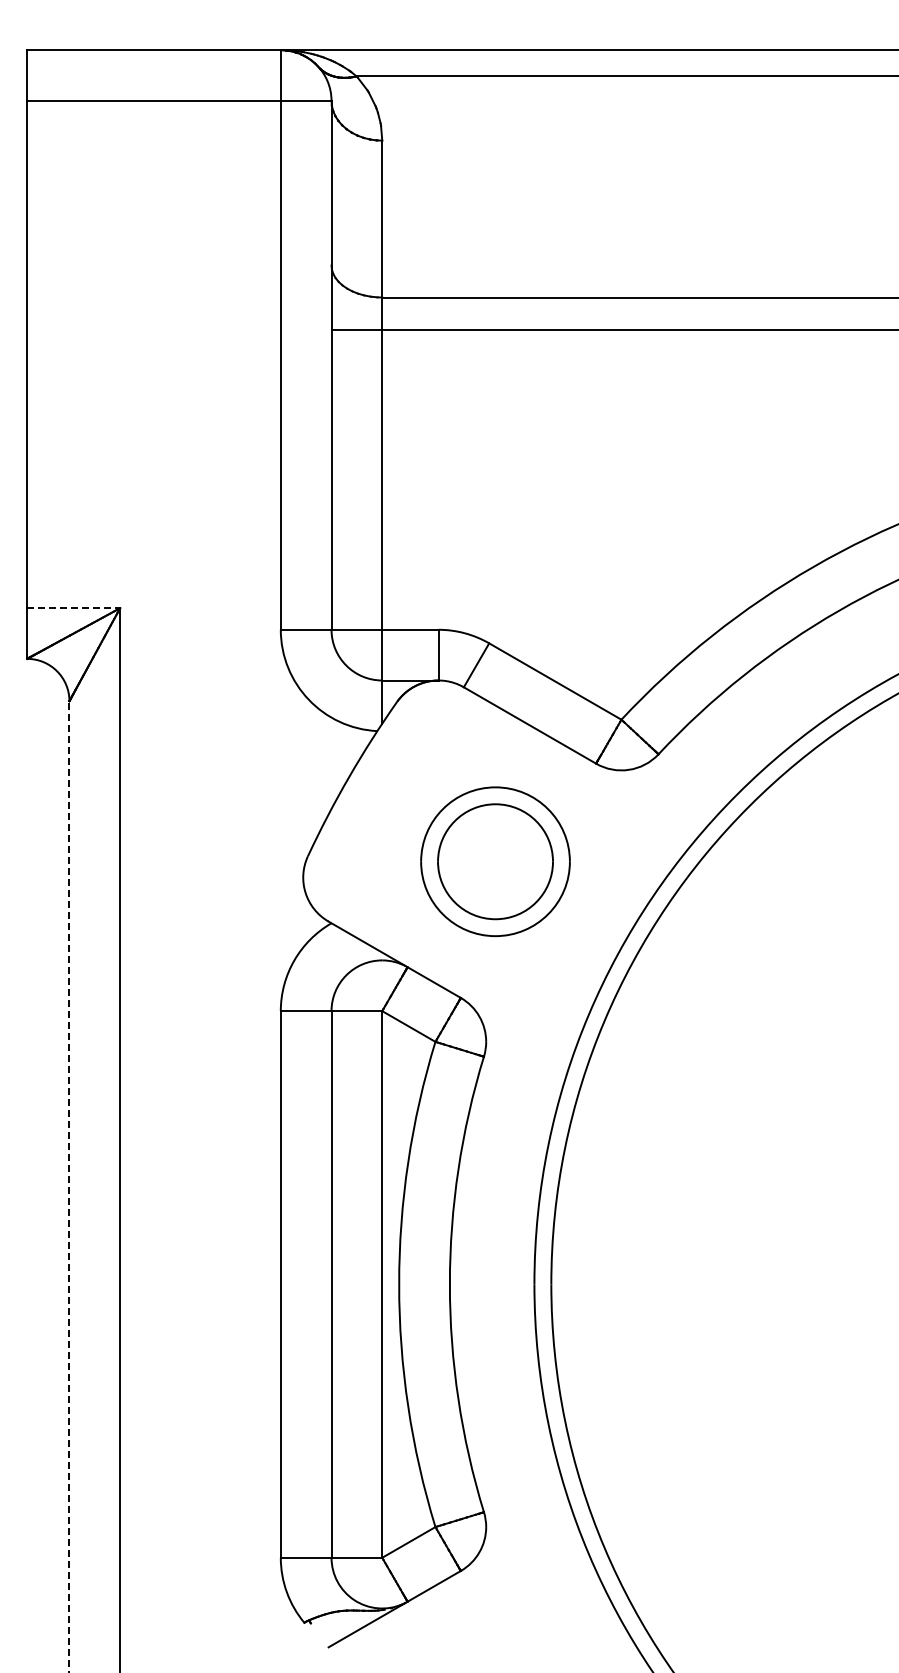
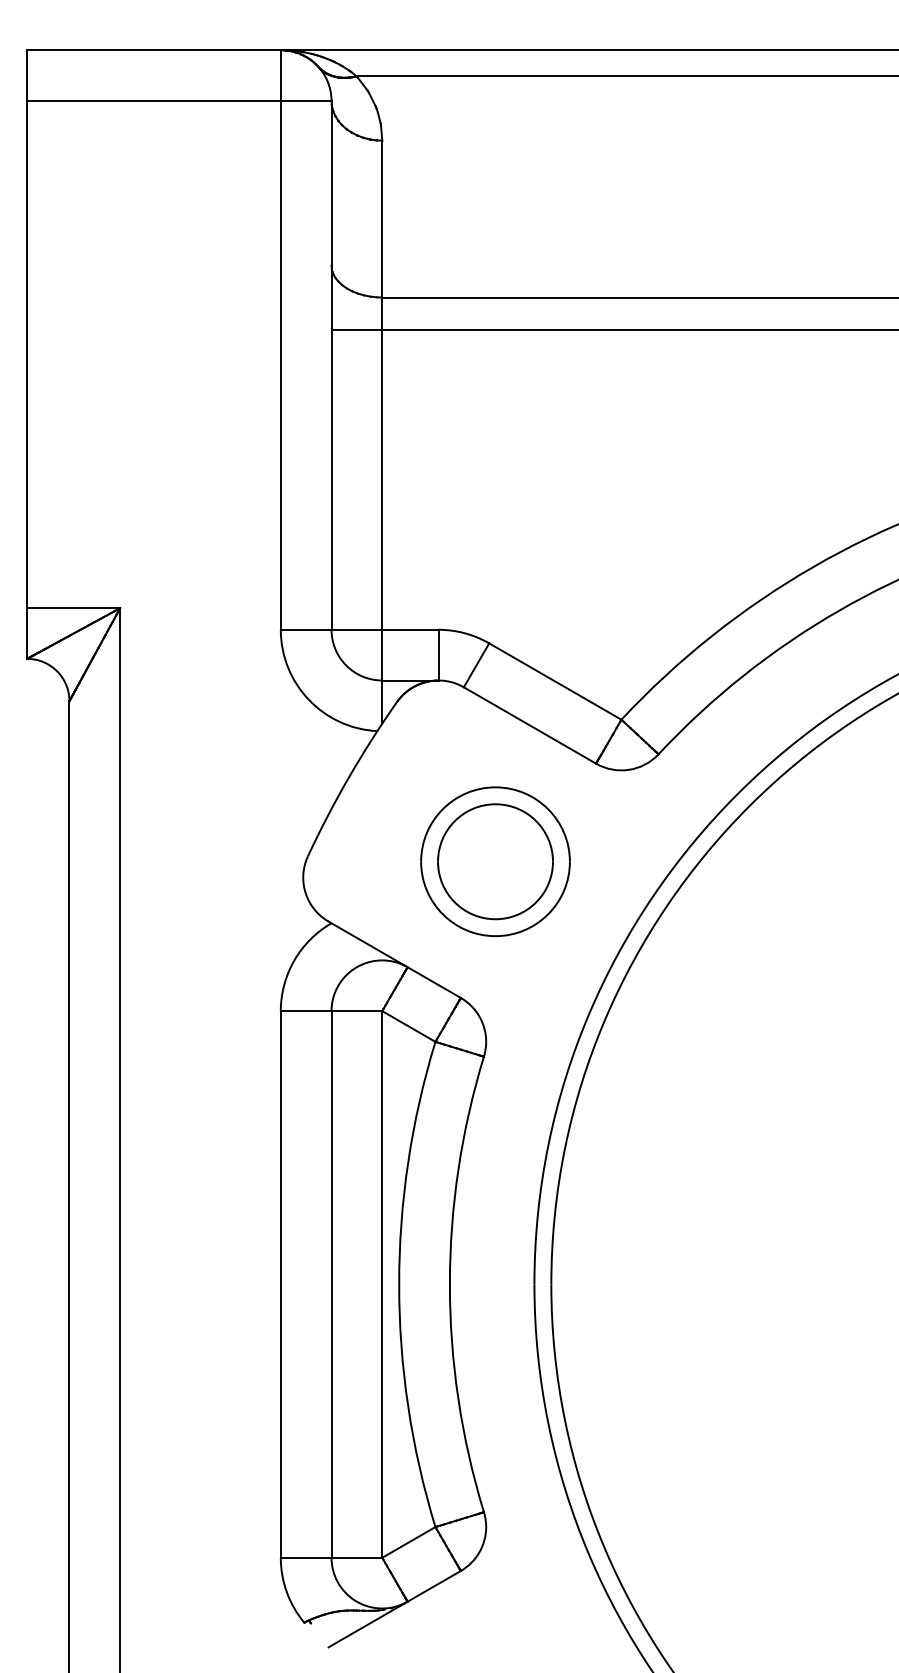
line at (74, 608): dashed -> solid
line at (69, 1186): dashed -> solid
